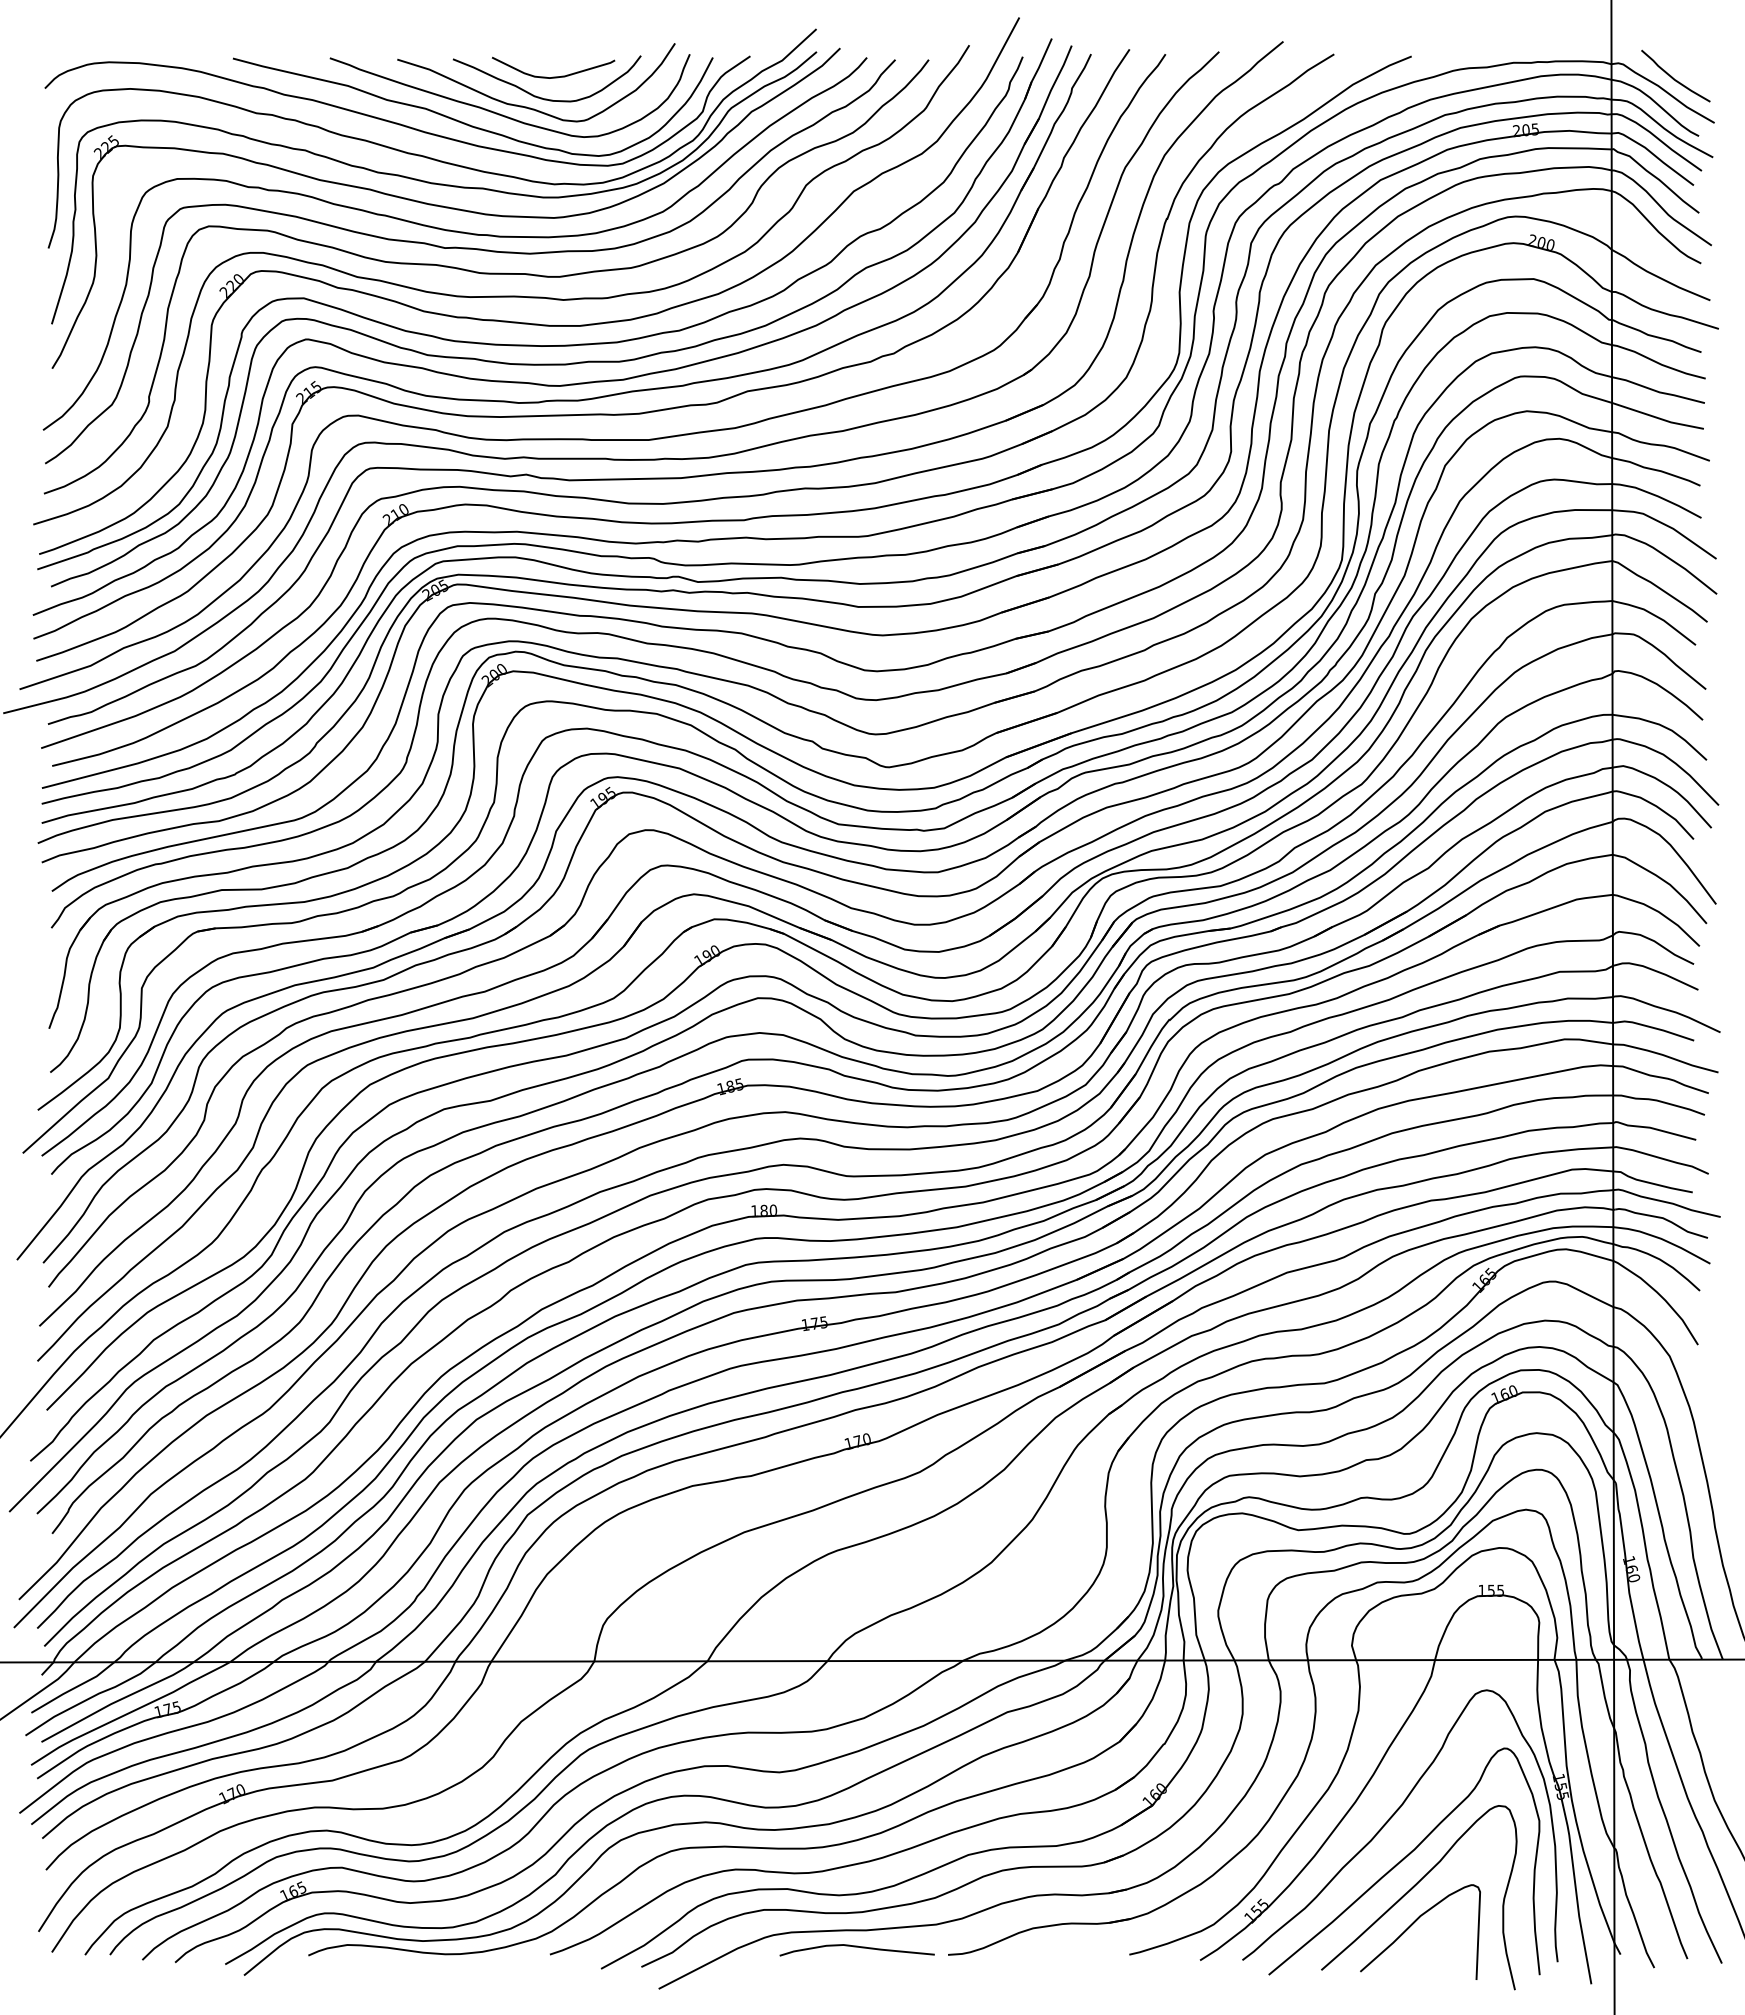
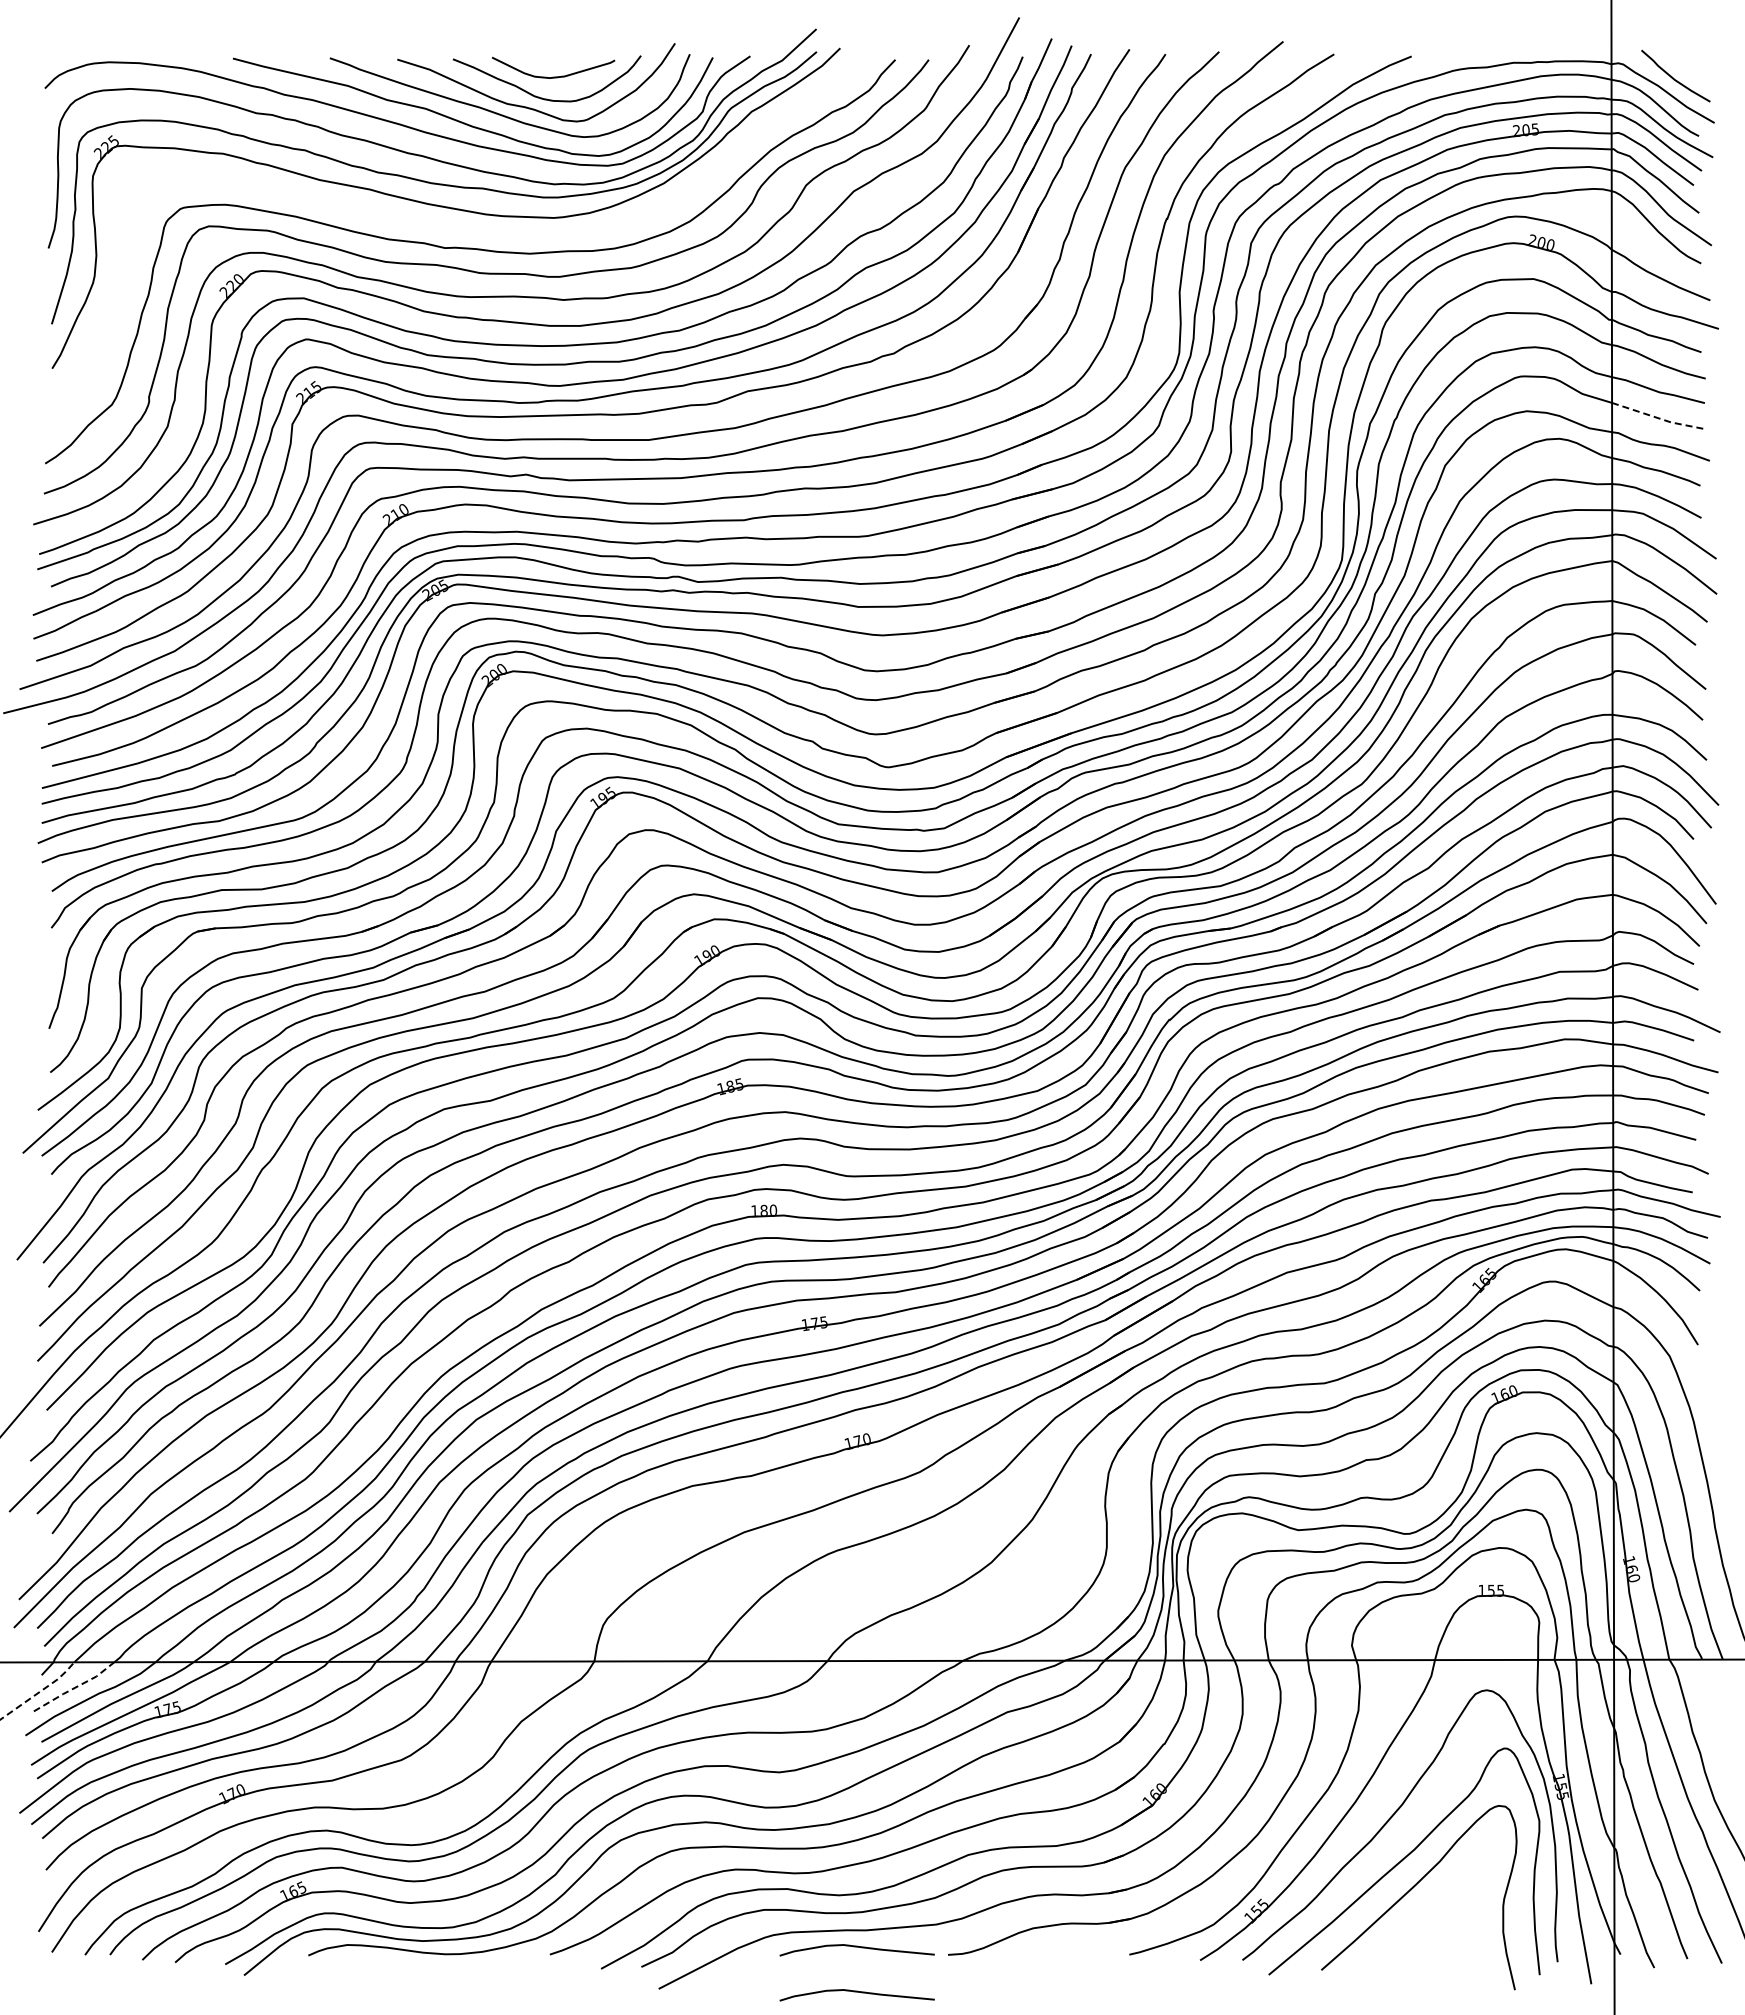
curve at (454, 232): present -> none
line at (1657, 418): solid -> dashed
line at (73, 1688): solid -> dashed
line at (40, 1691): solid -> dashed
curve at (1413, 1924): present -> none
curve at (856, 1992): none -> present
